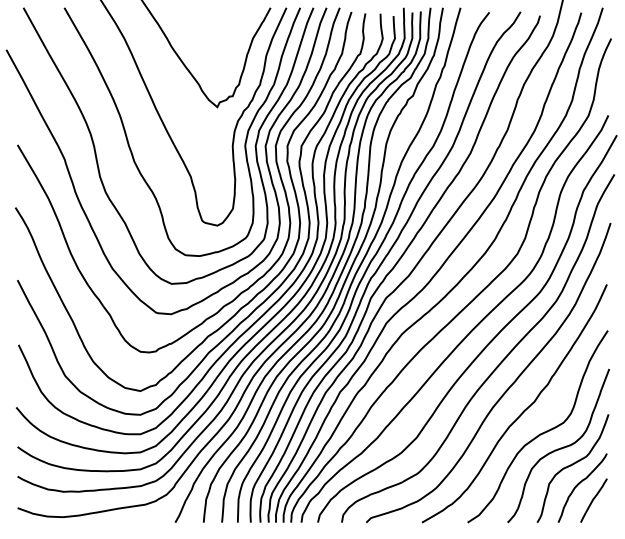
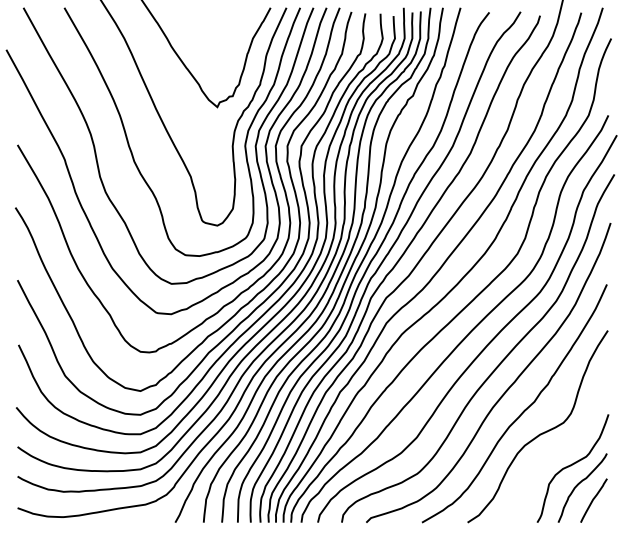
curve at (560, 447): present -> none
